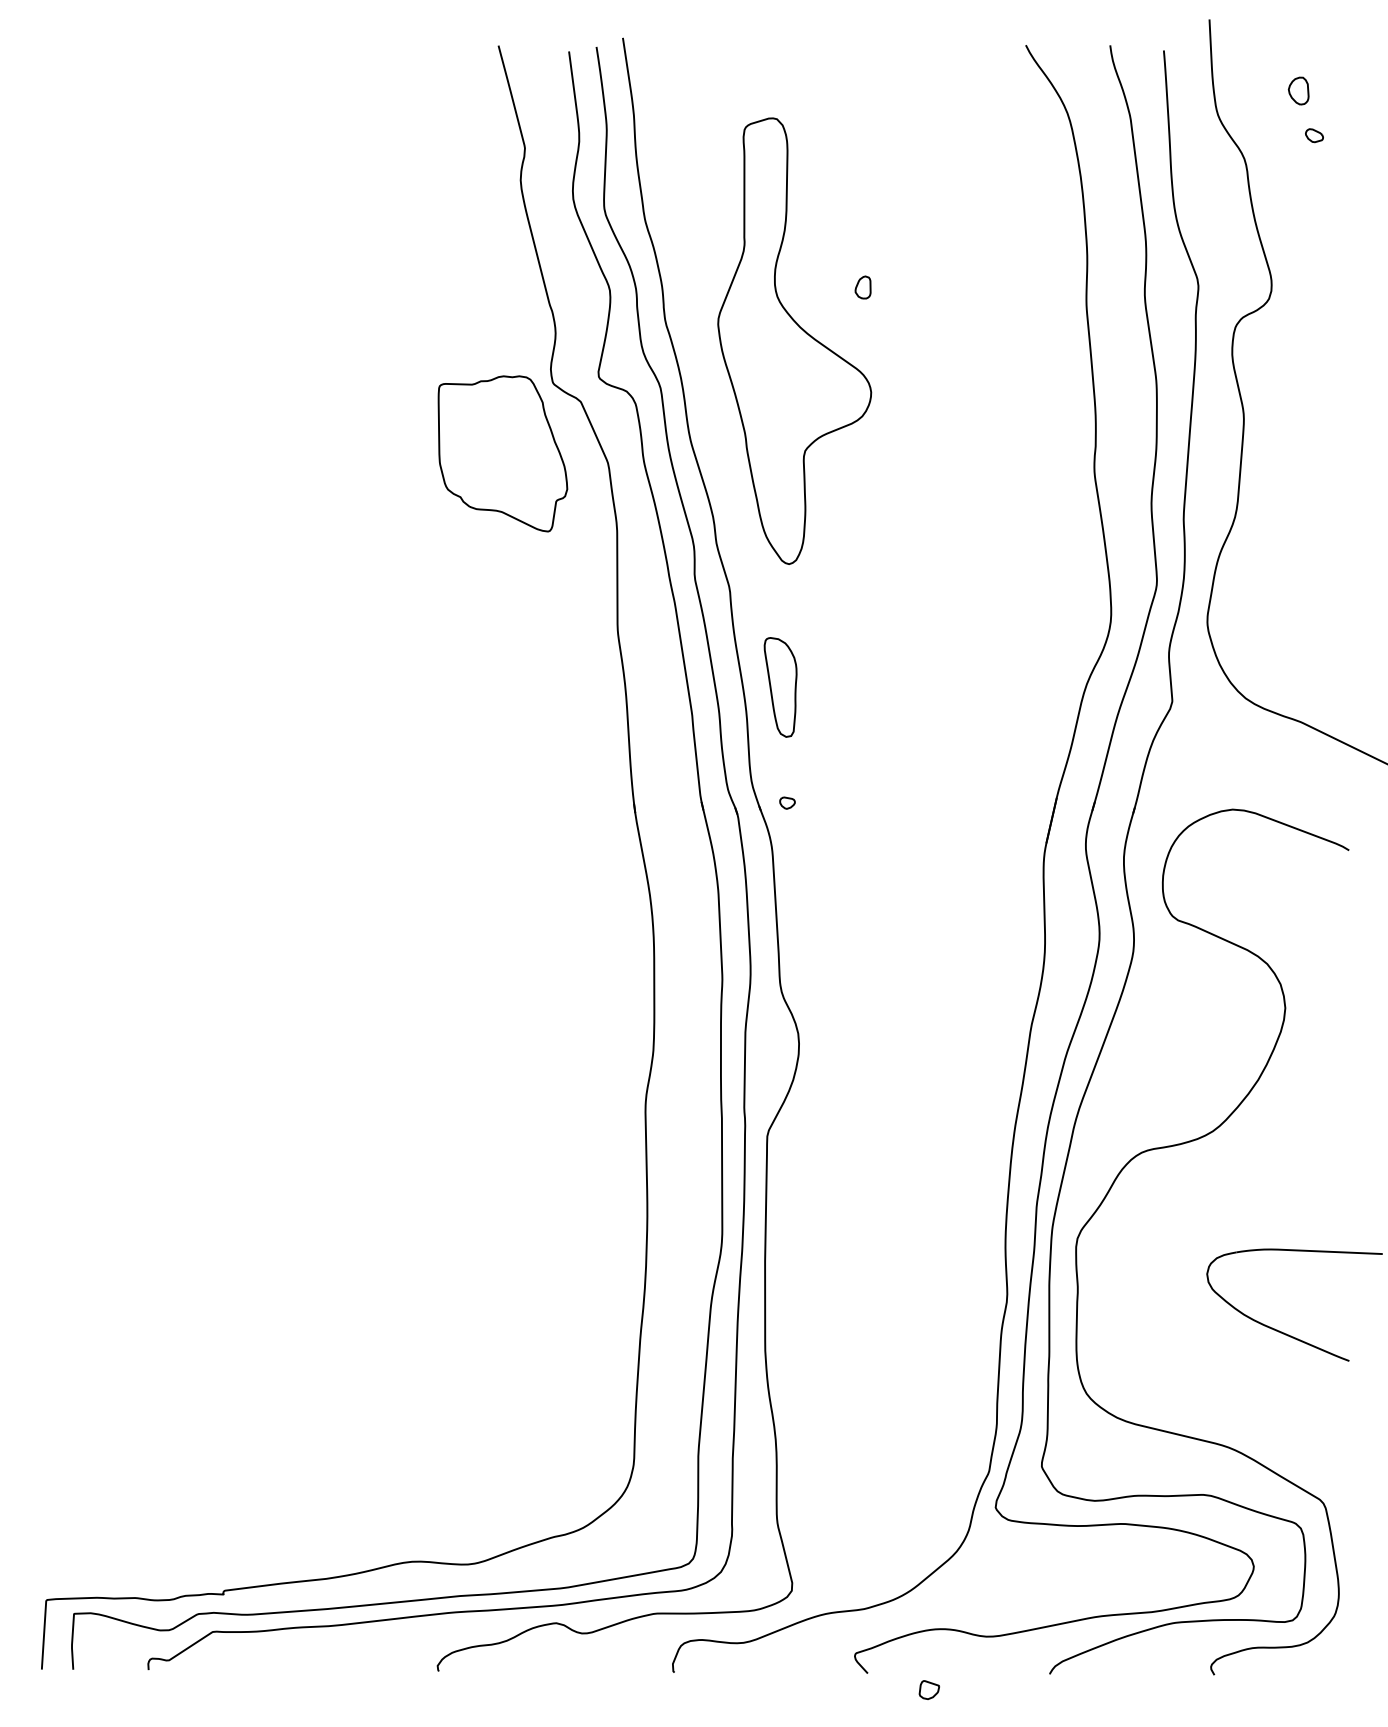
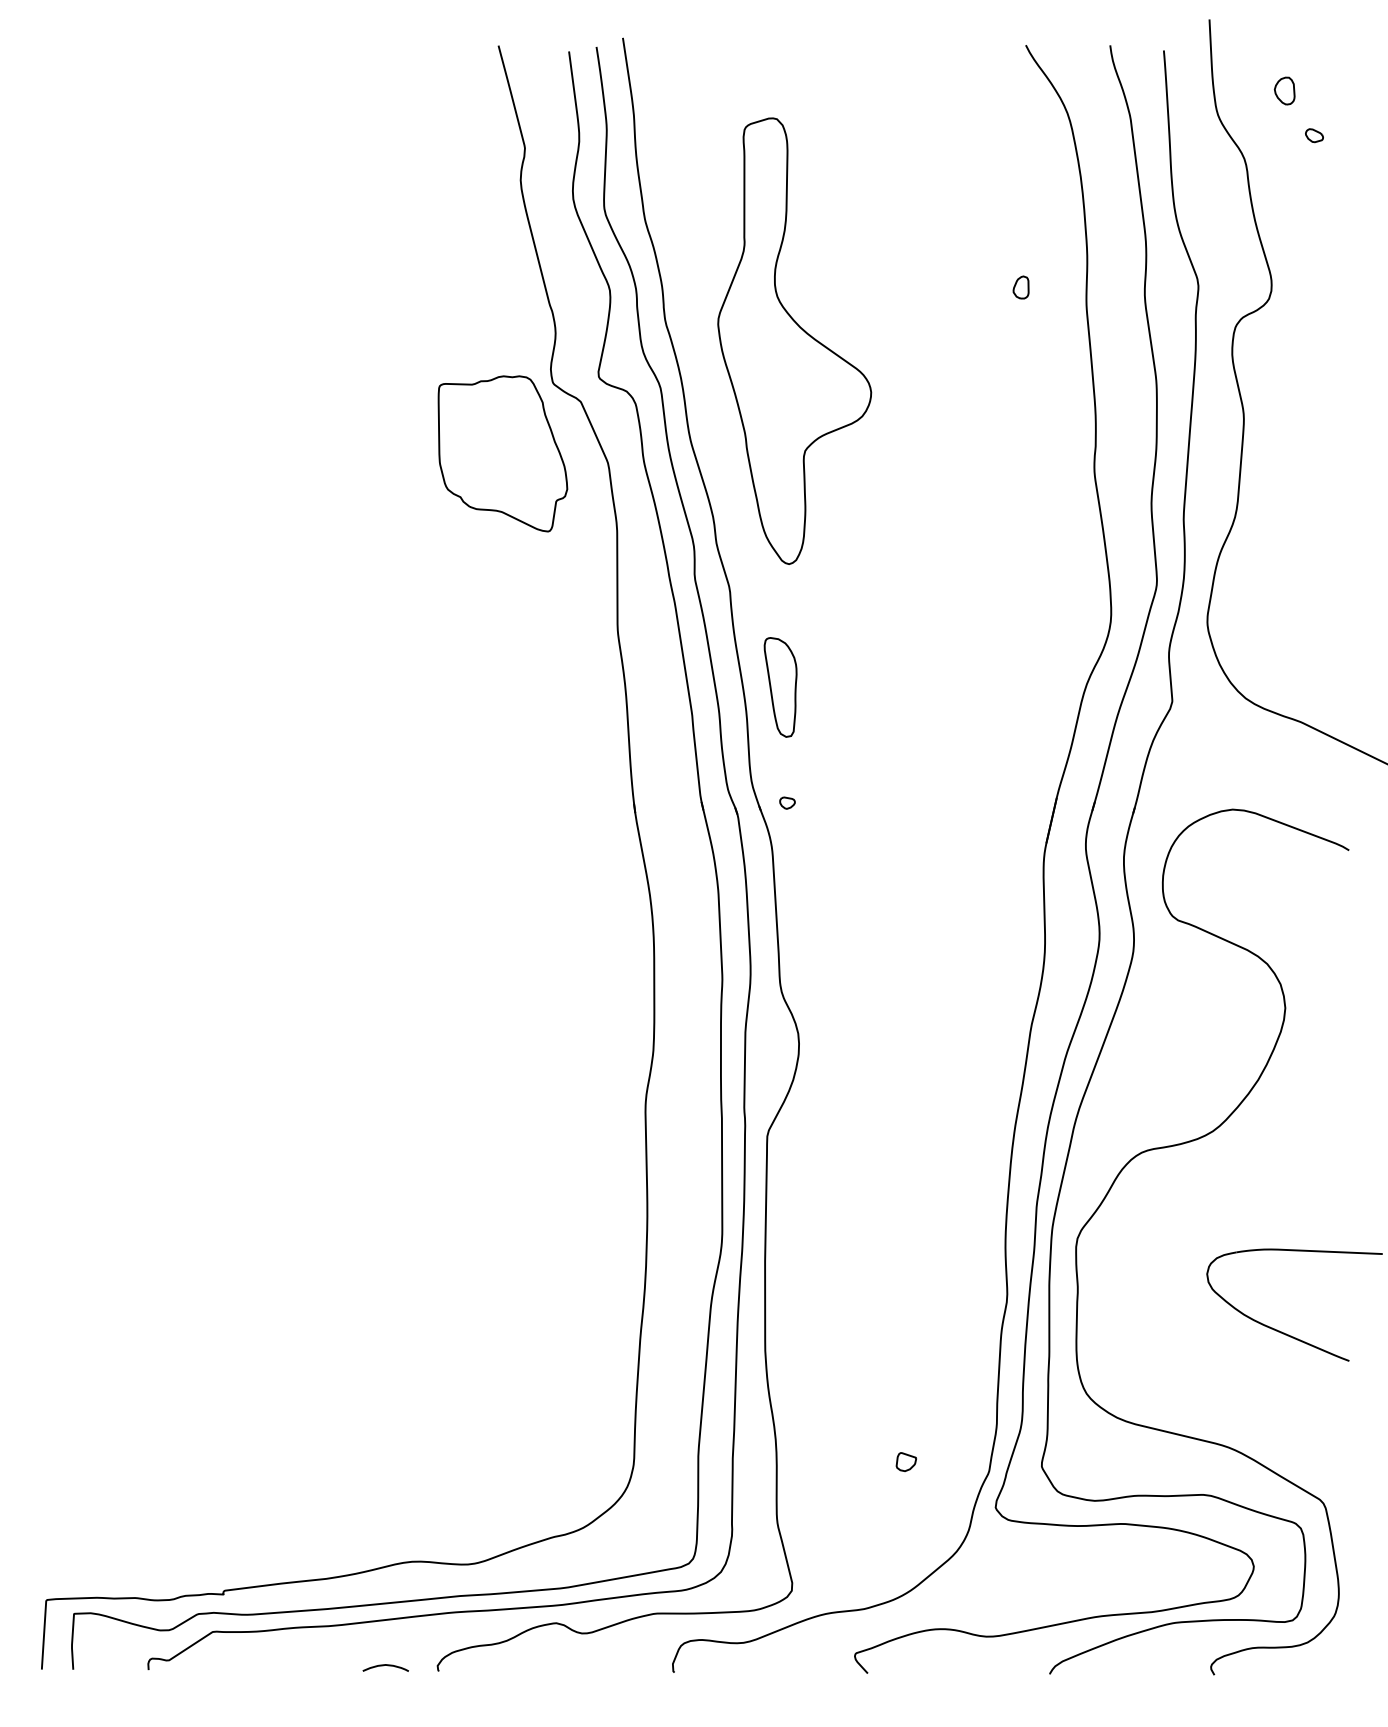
part at (1298, 90) position: (1298, 90) -> (1284, 90)
part at (862, 287) position: (862, 287) -> (1020, 287)
curve at (385, 1665): none -> present
part at (928, 1689) position: (928, 1689) -> (905, 1461)
